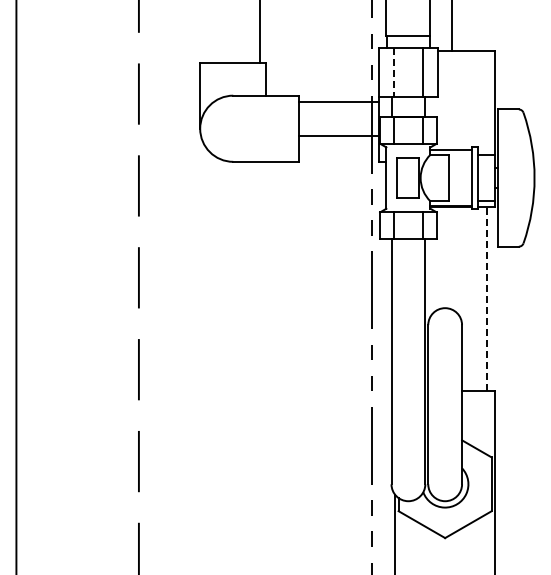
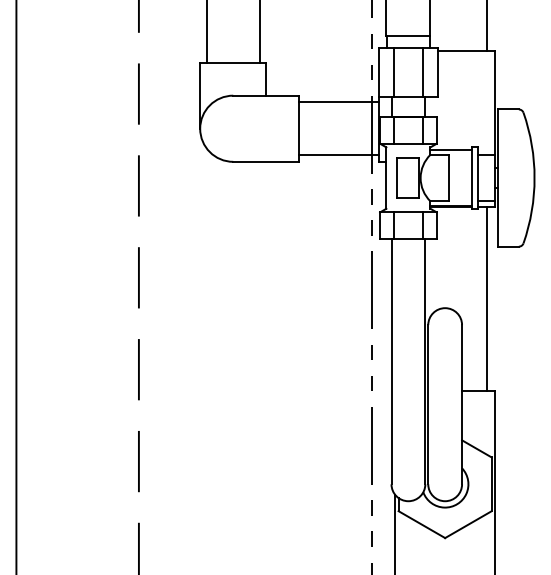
line at (451, 26) position: (451, 26) -> (486, 26)
line at (206, 32): none -> present
line at (393, 73): dashed -> solid
line at (339, 136) position: (339, 136) -> (339, 155)
line at (486, 299): dashed -> solid
